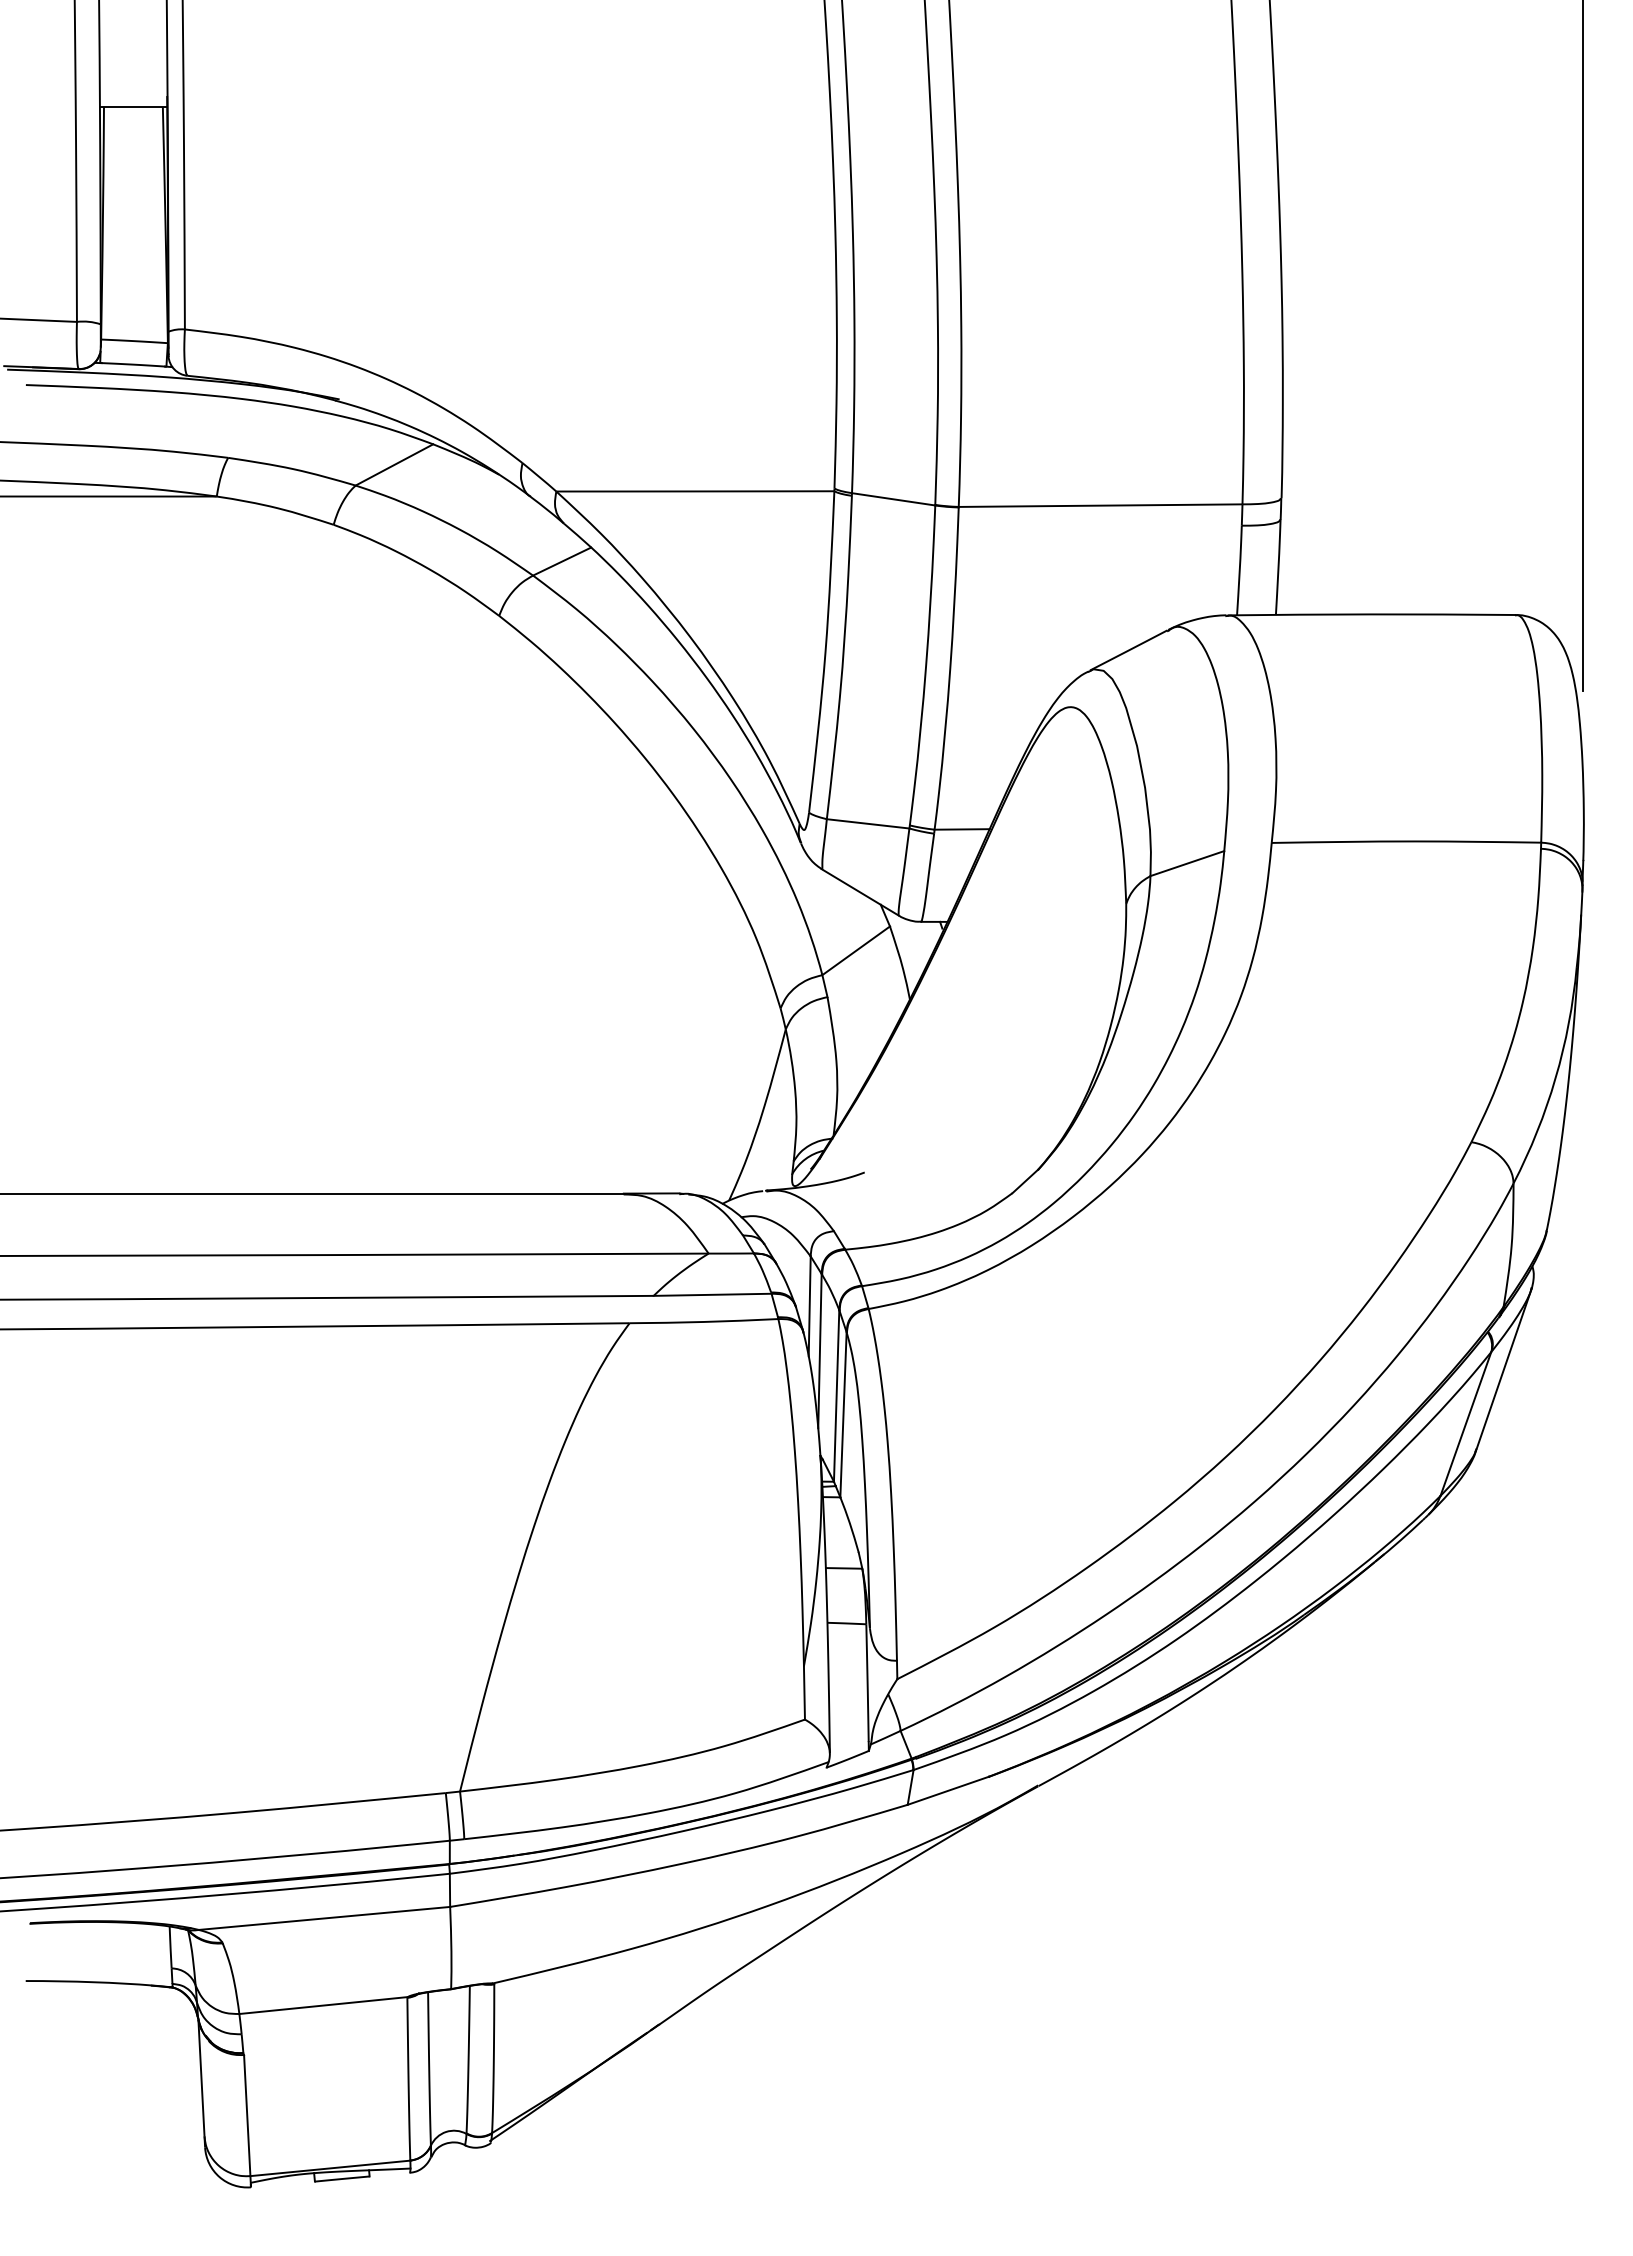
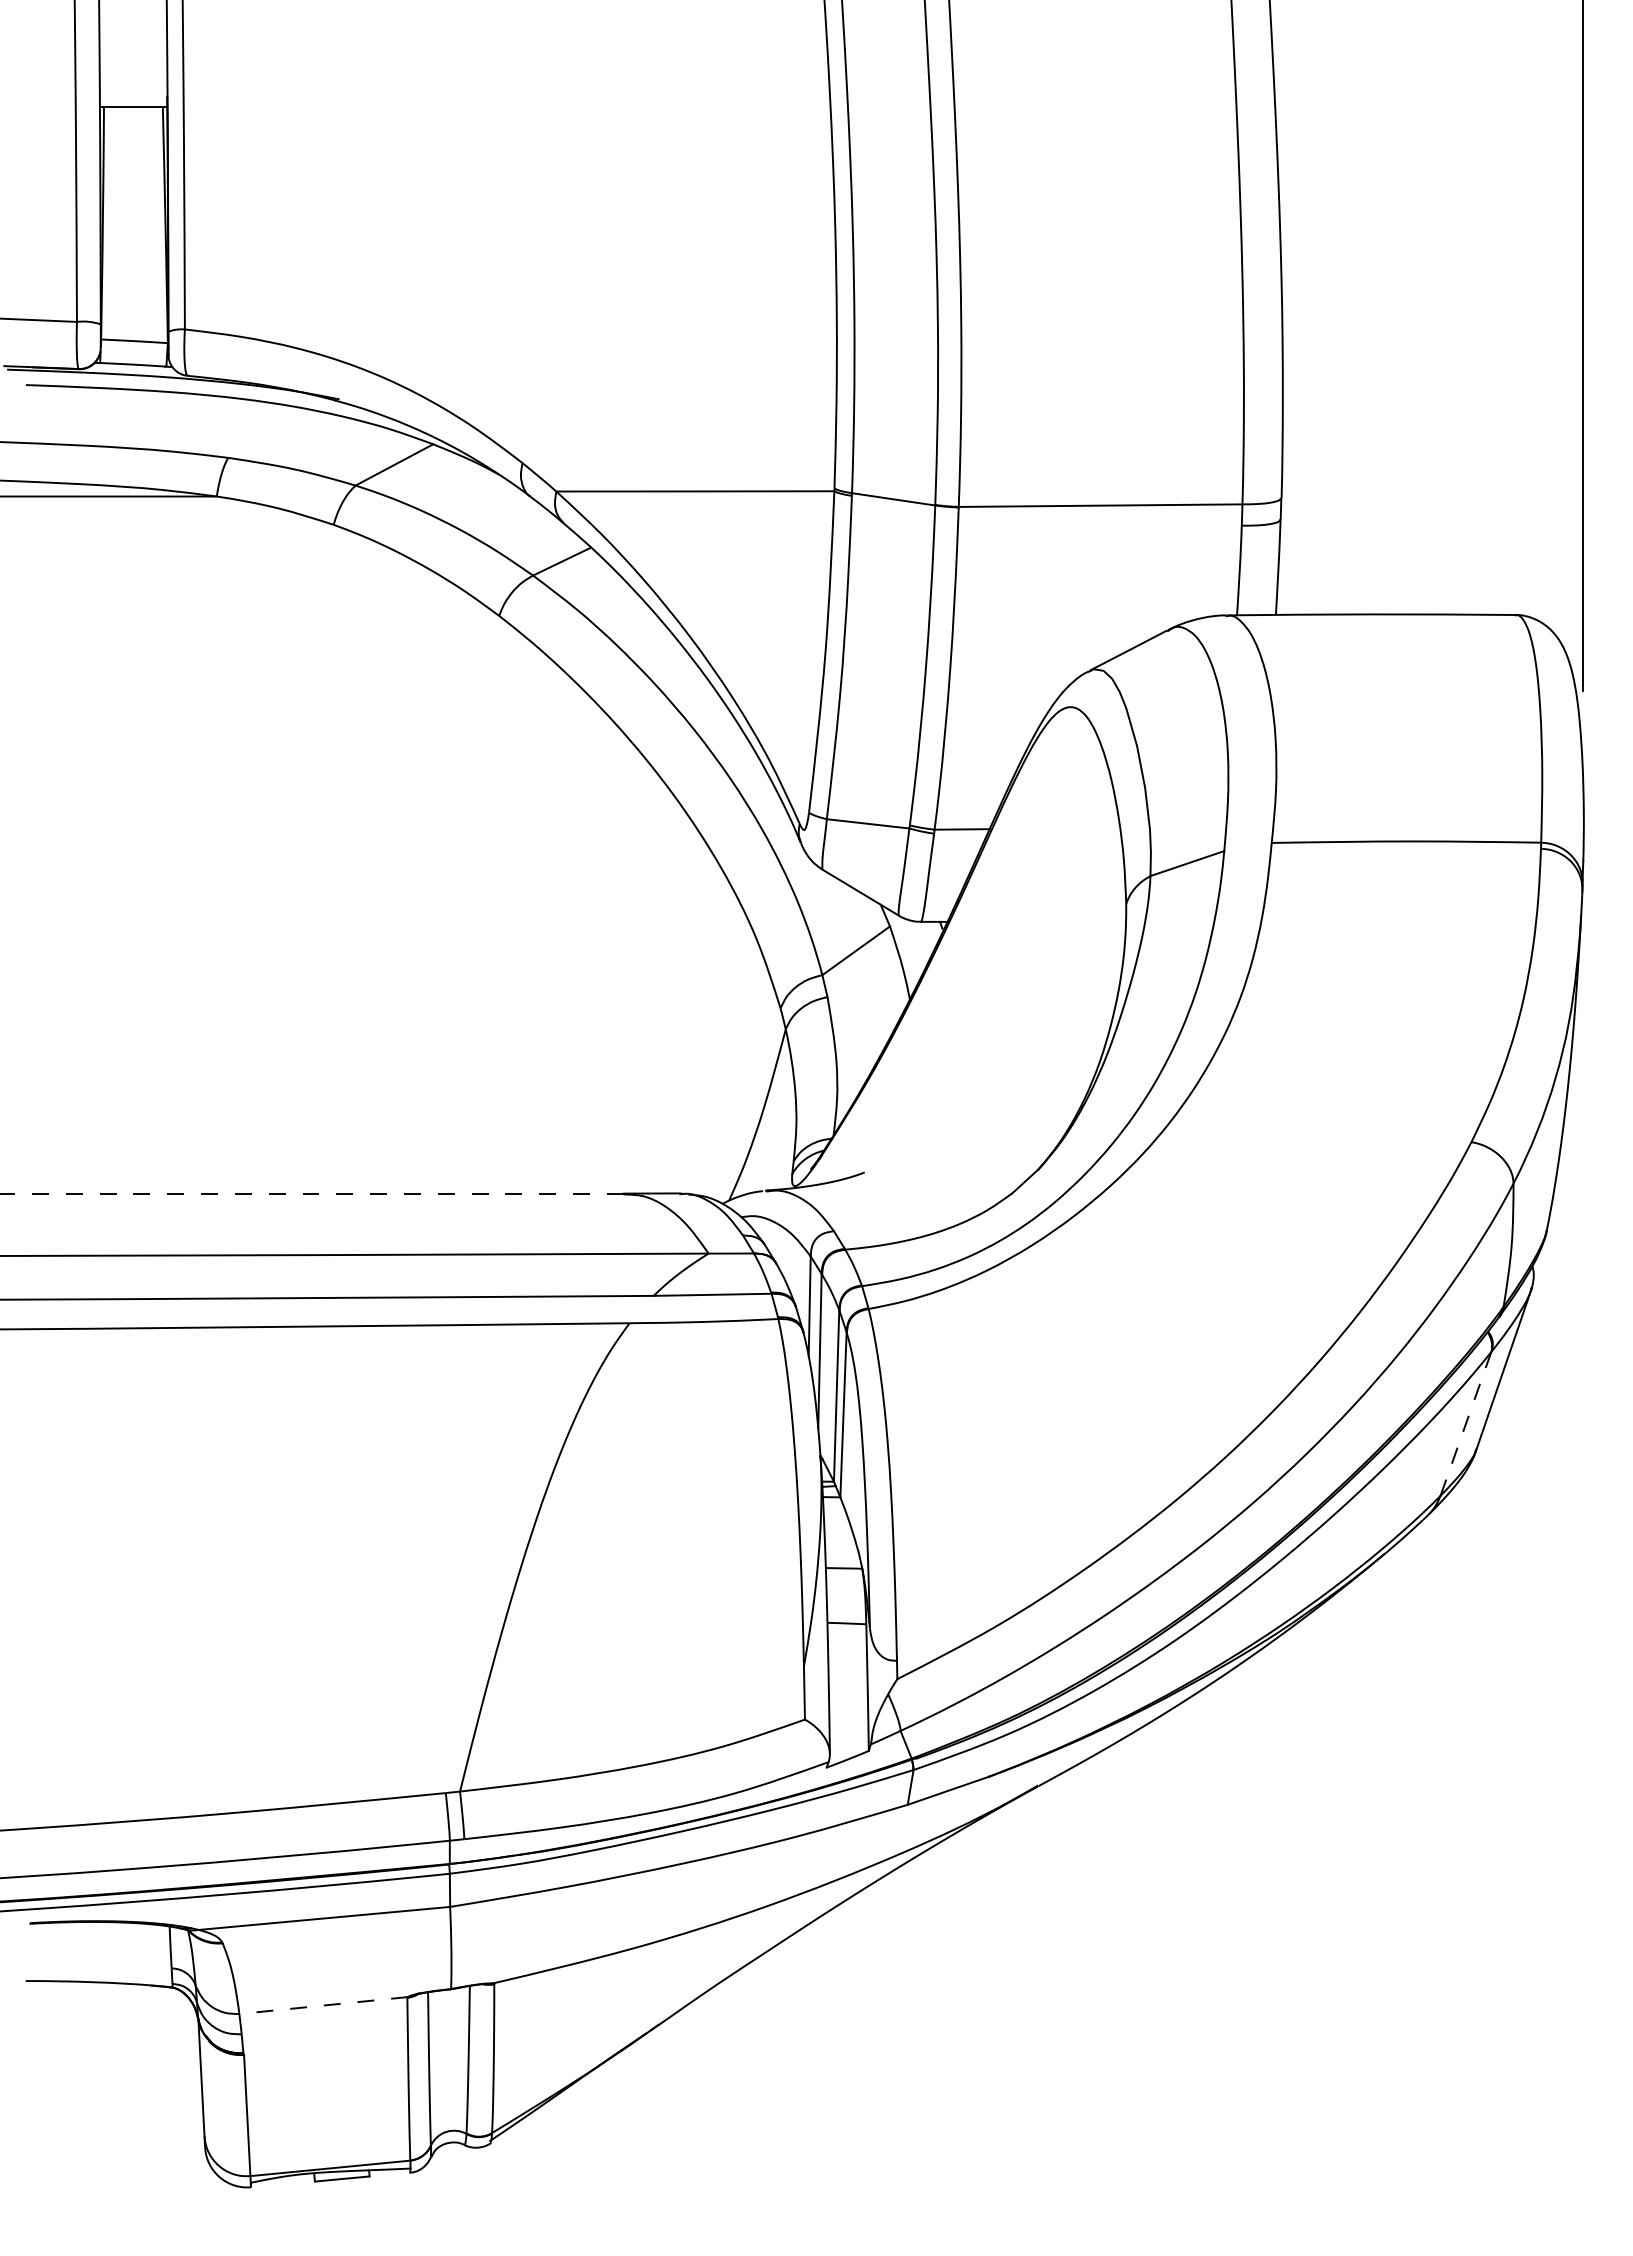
line at (311, 1193): solid -> dashed
line at (1465, 1424): solid -> dashed
line at (323, 2005): solid -> dashed
